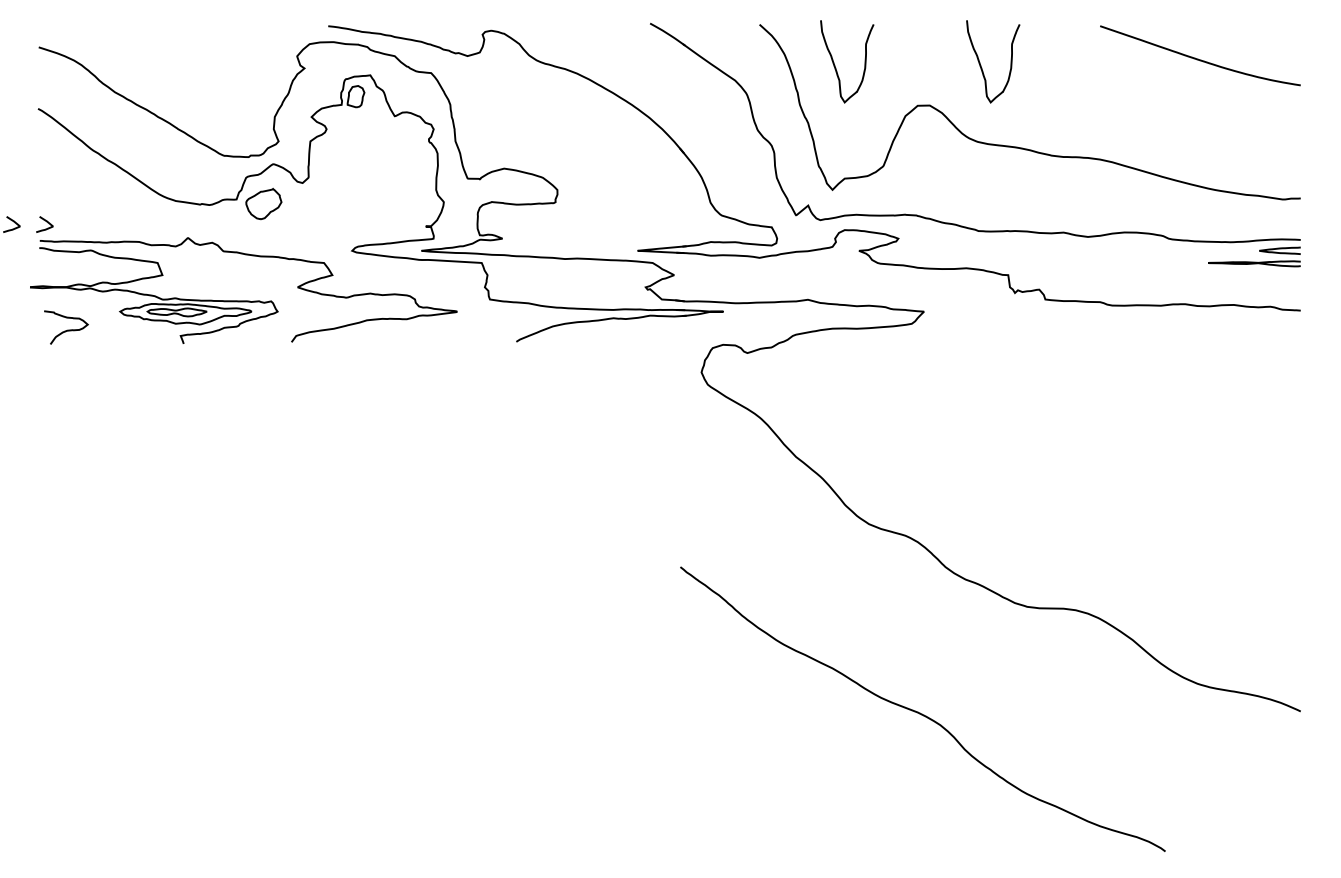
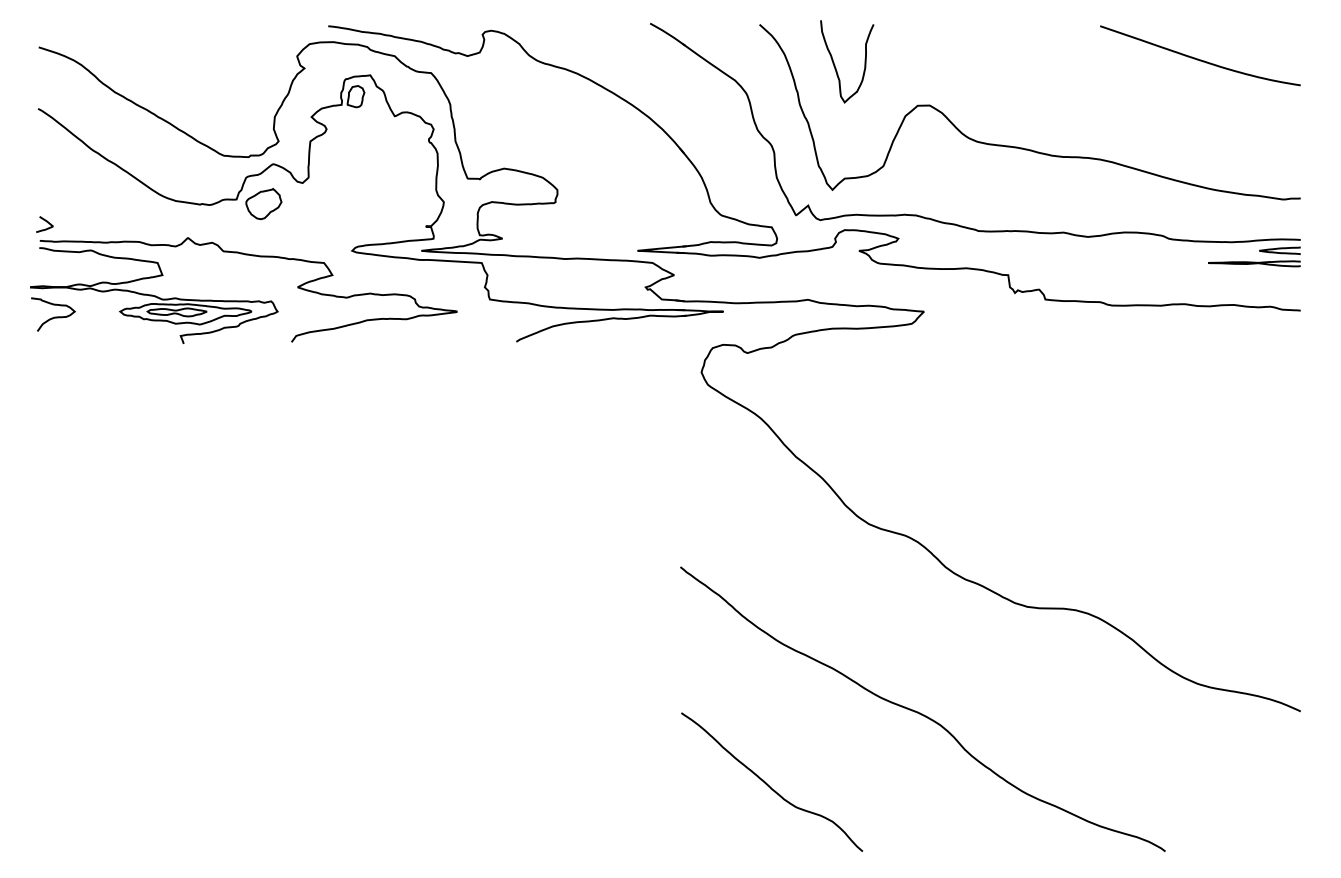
curve at (981, 65): present -> none
curve at (13, 222): present -> none
curve at (67, 329) position: (67, 329) -> (54, 316)
curve at (768, 784): none -> present
